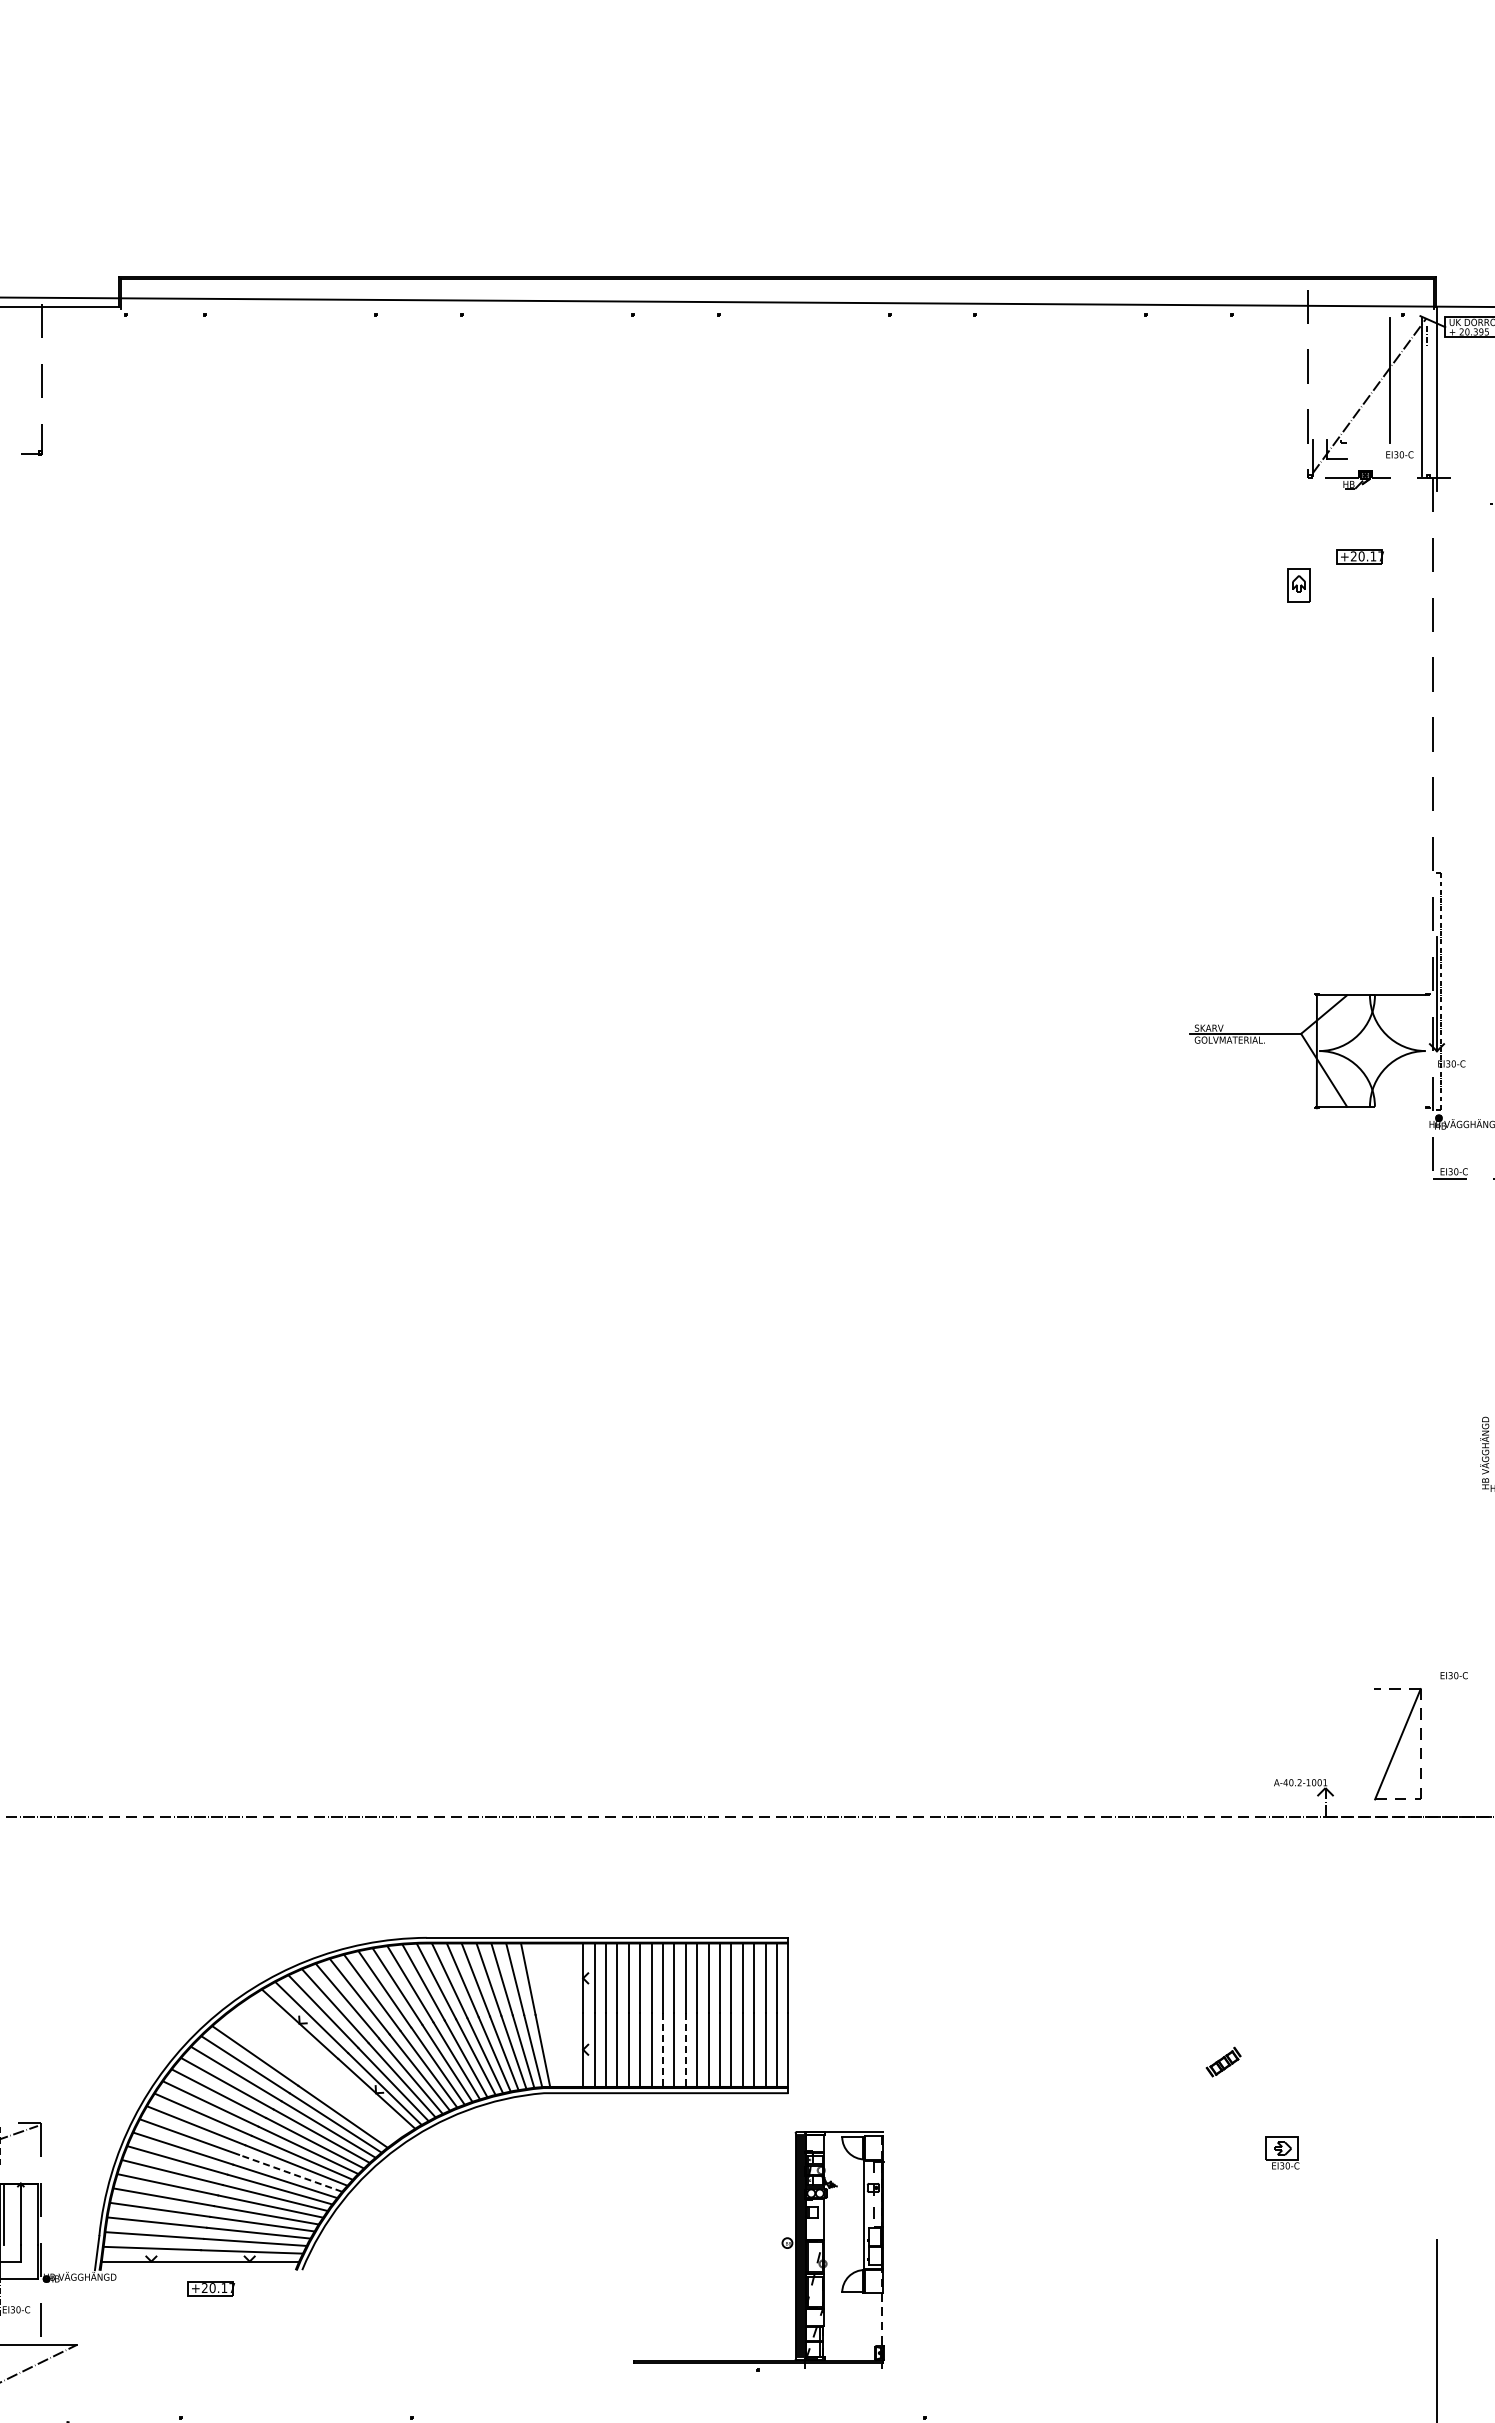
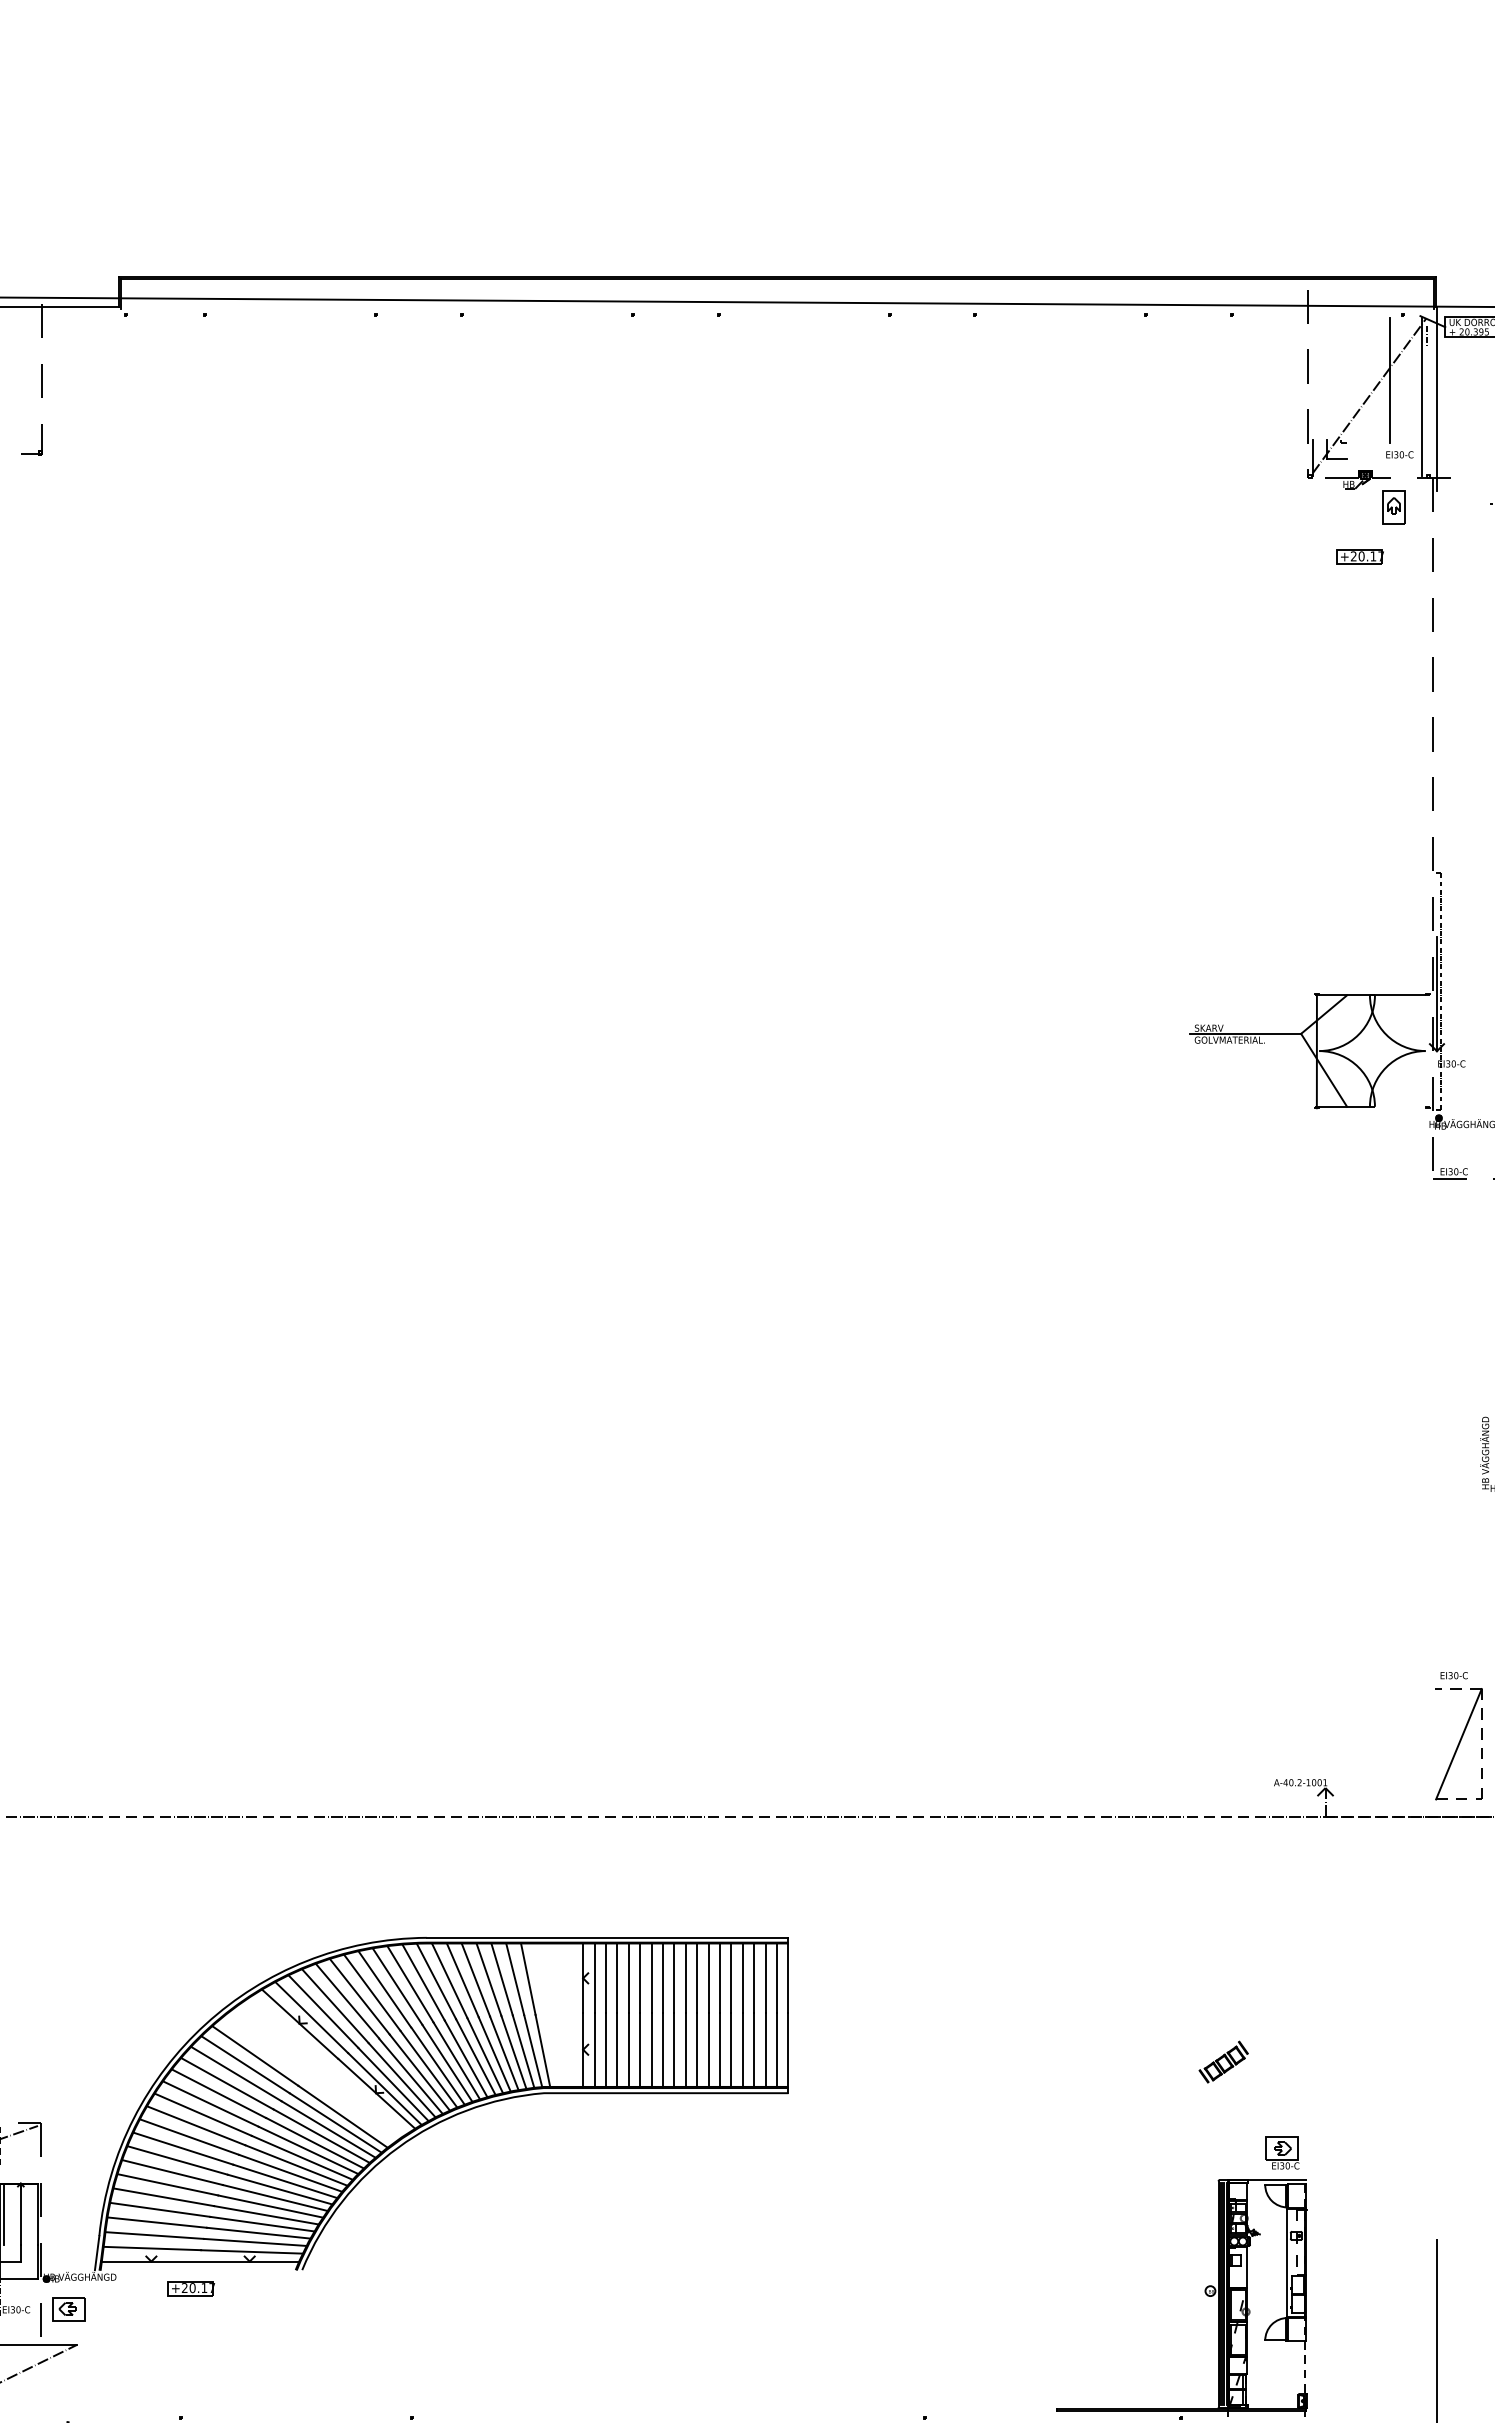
part at (1298, 585) position: (1298, 585) -> (1393, 507)
part at (1397, 1744) position: (1397, 1744) -> (1458, 1744)
line at (663, 2050): dashed -> solid
line at (685, 2050): dashed -> solid
part at (1223, 2061) size: 37x32 px -> 51x44 px
line at (290, 2173): dashed -> solid
part at (781, 2244) position: (781, 2244) -> (1204, 2292)
part at (211, 2288) position: (211, 2288) -> (191, 2288)
part at (68, 2309): none -> present
